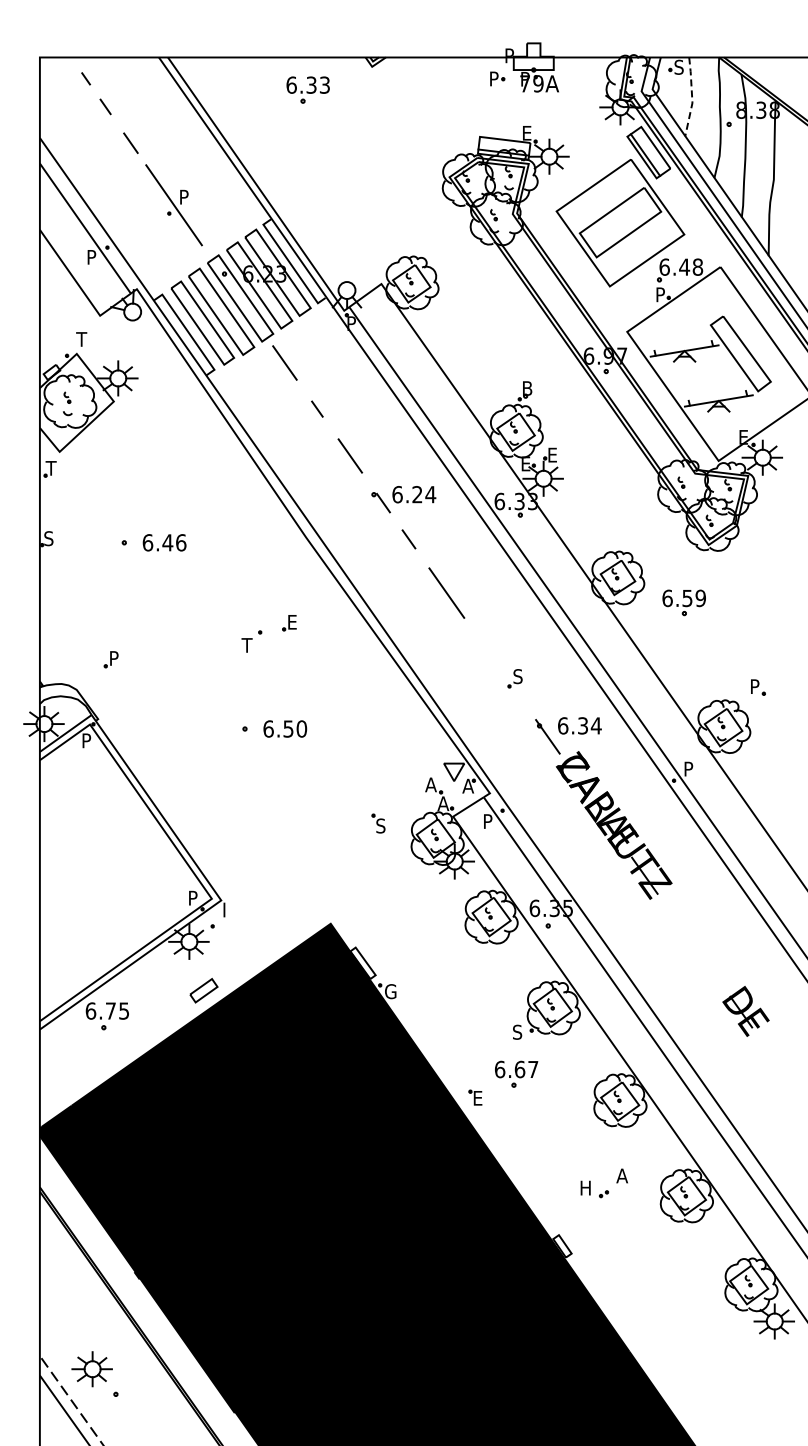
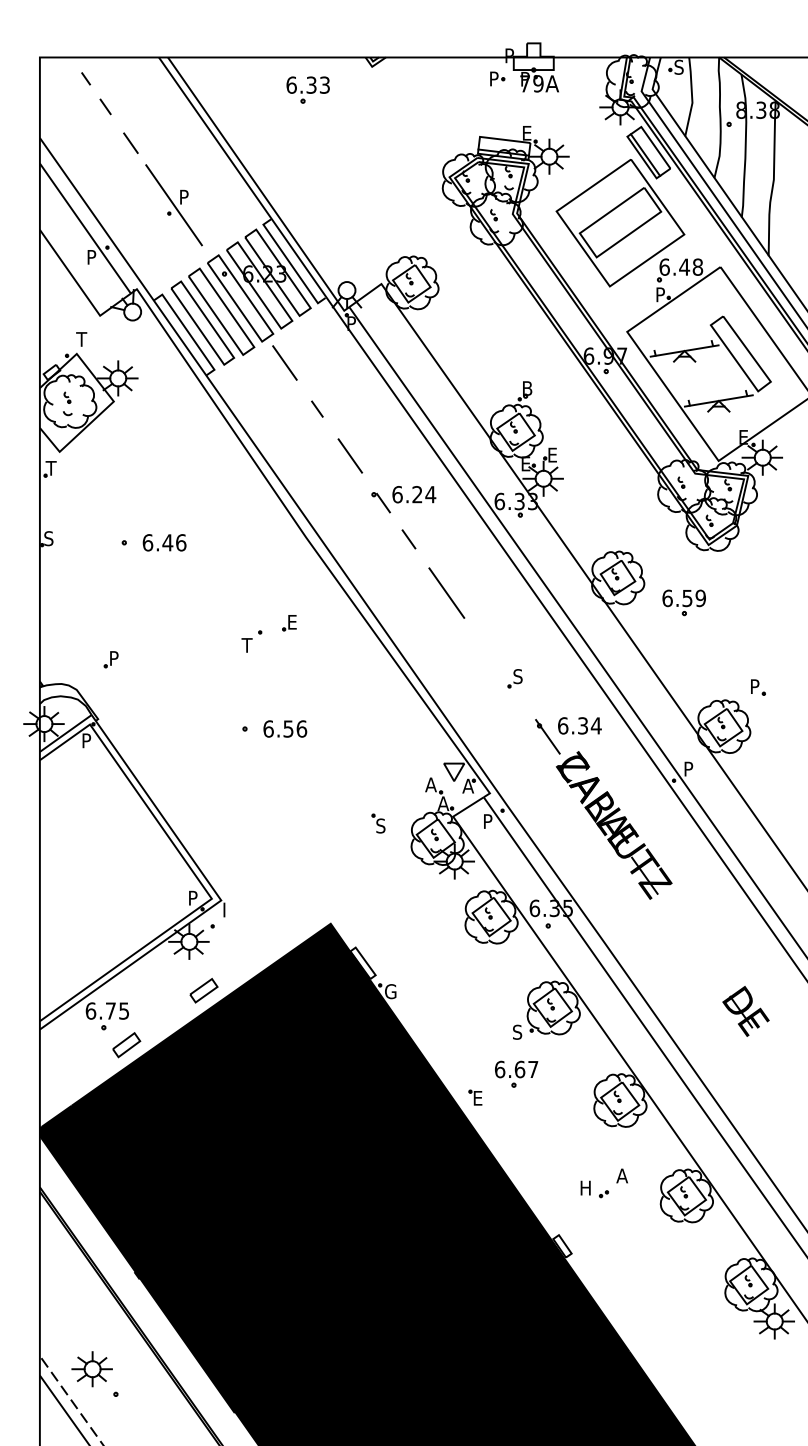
line at (692, 97): dashed -> solid
text at (301, 728): 6.50 -> 6.56
part at (126, 1045): none -> present
